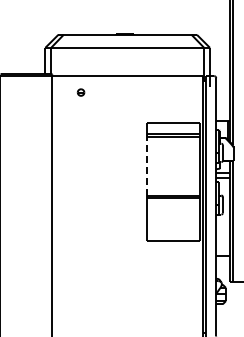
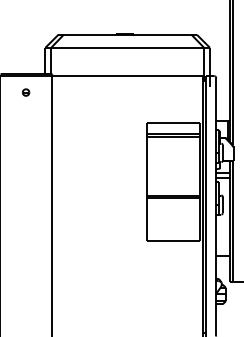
part at (80, 92) position: (80, 92) -> (25, 92)
line at (147, 166): dashed -> solid
